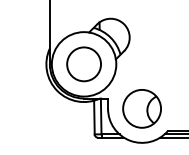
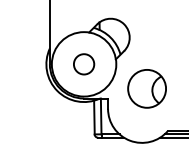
circle at (84, 64) diameter: 34 px -> 20 px
part at (141, 108) position: (141, 108) -> (146, 88)
